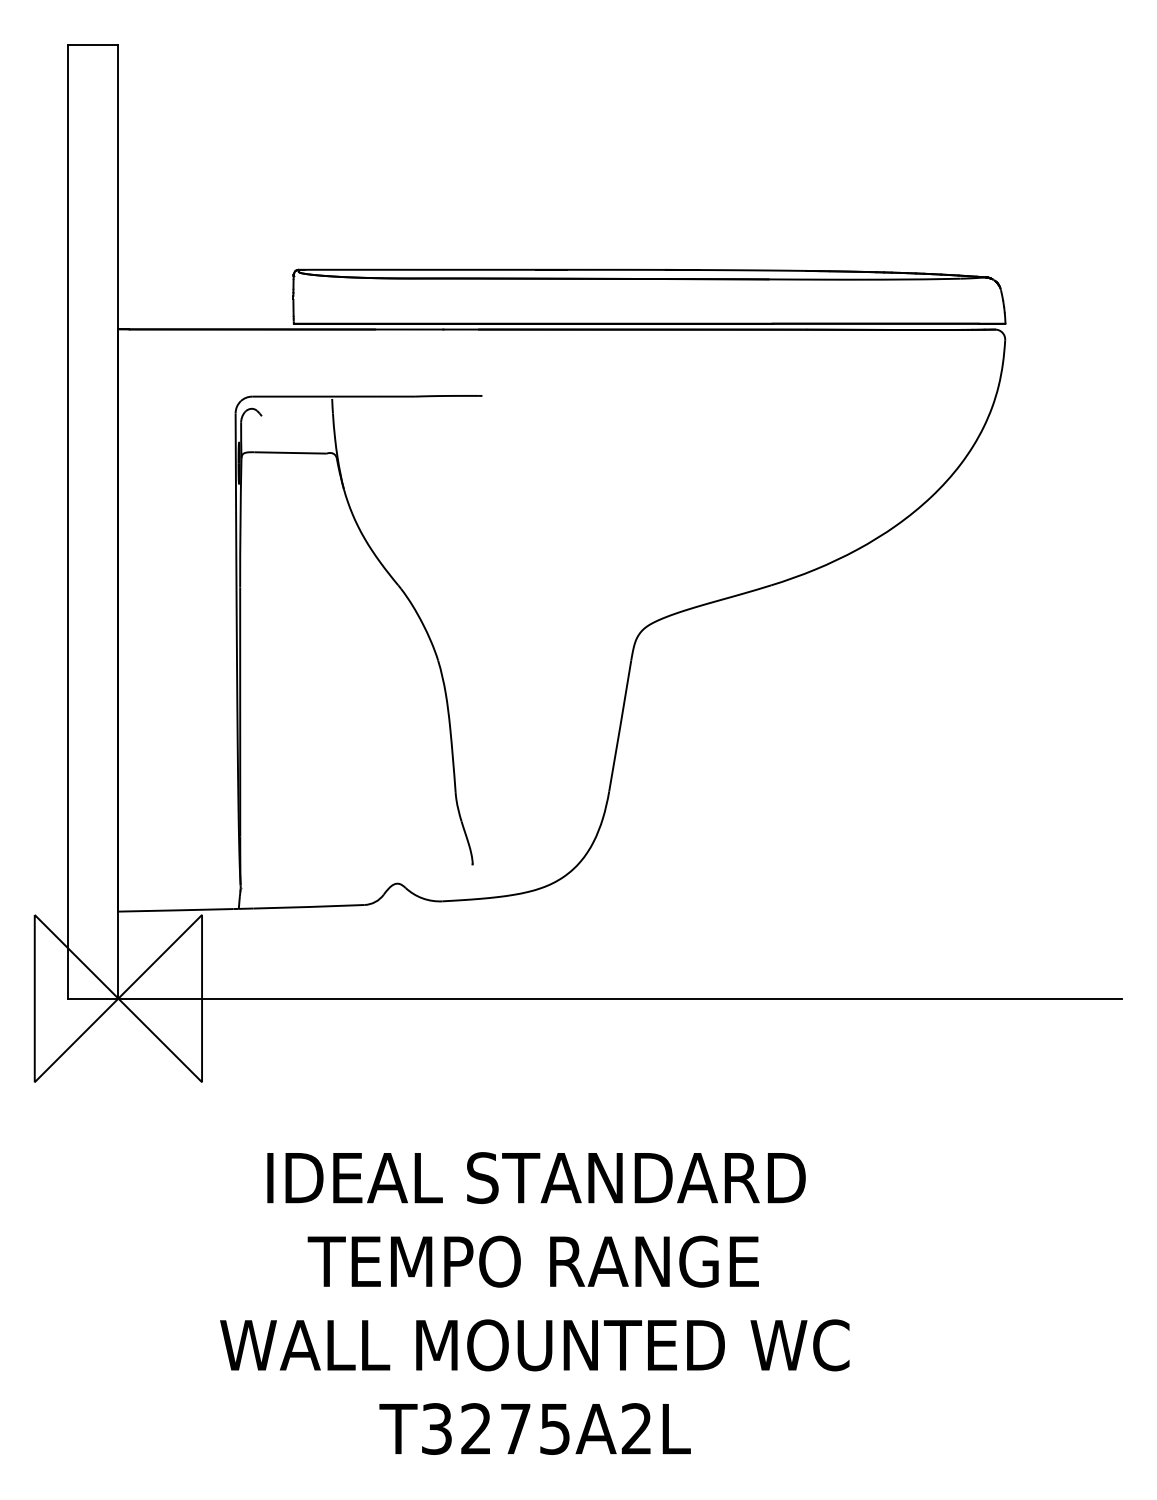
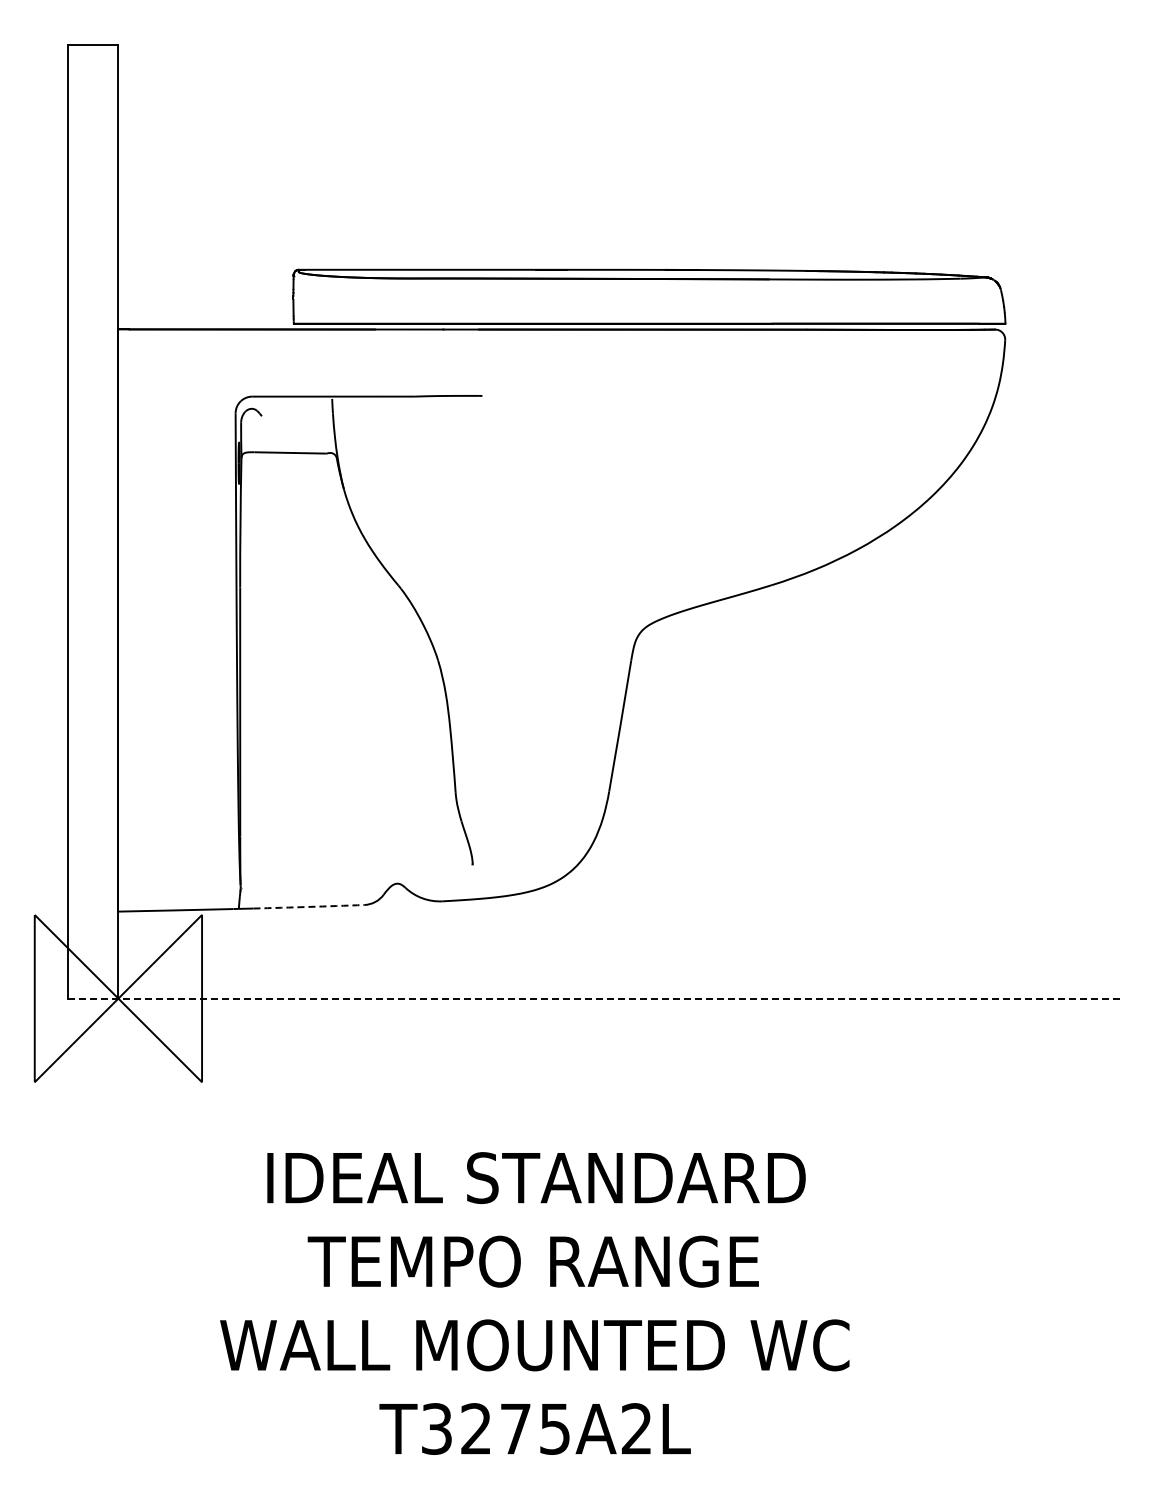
arc at (308, 906): solid -> dashed
line at (595, 998): solid -> dashed
